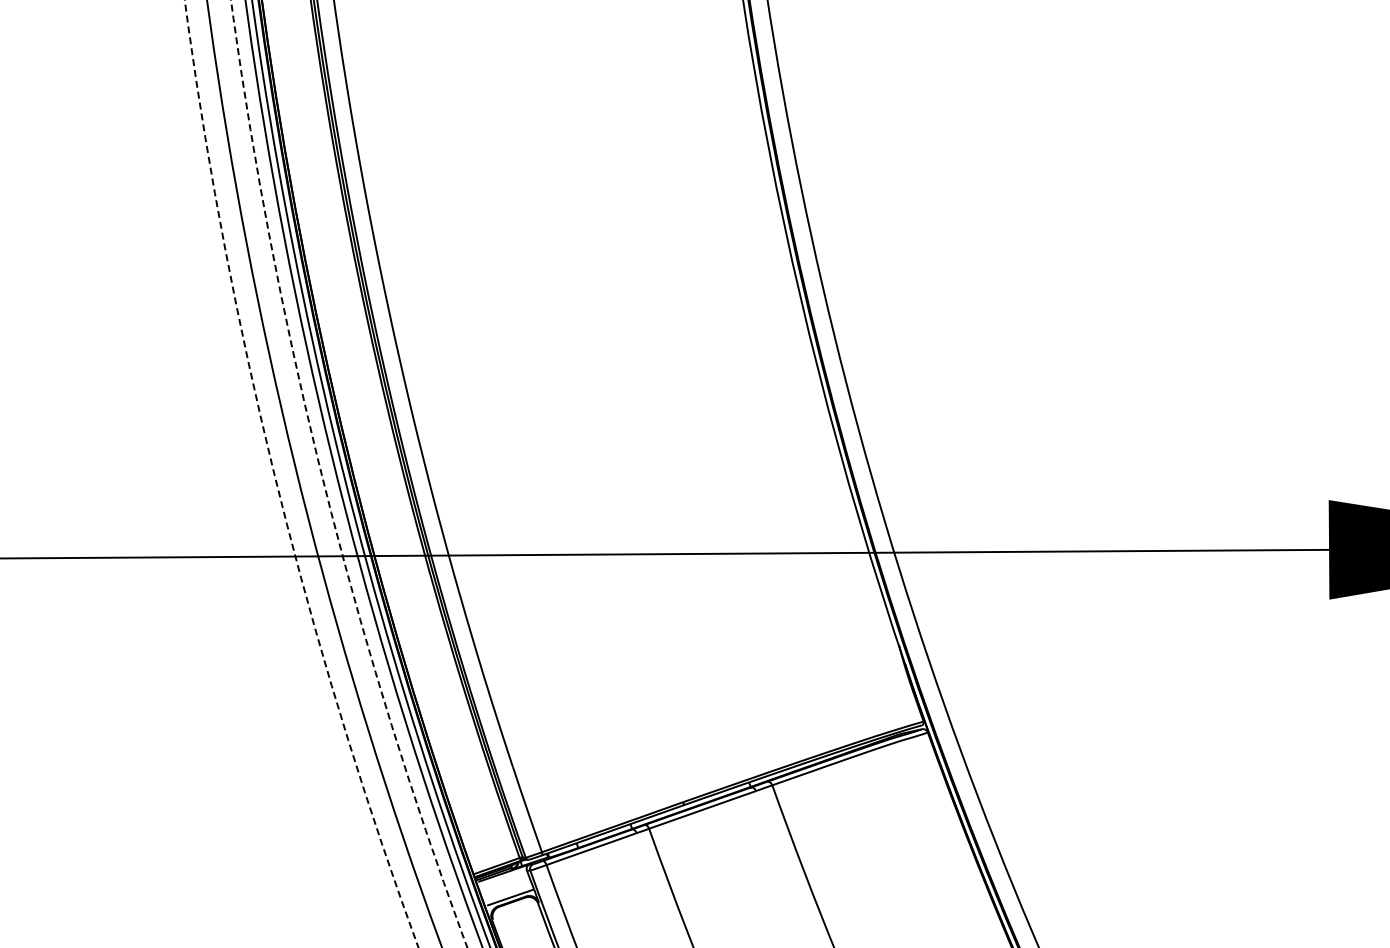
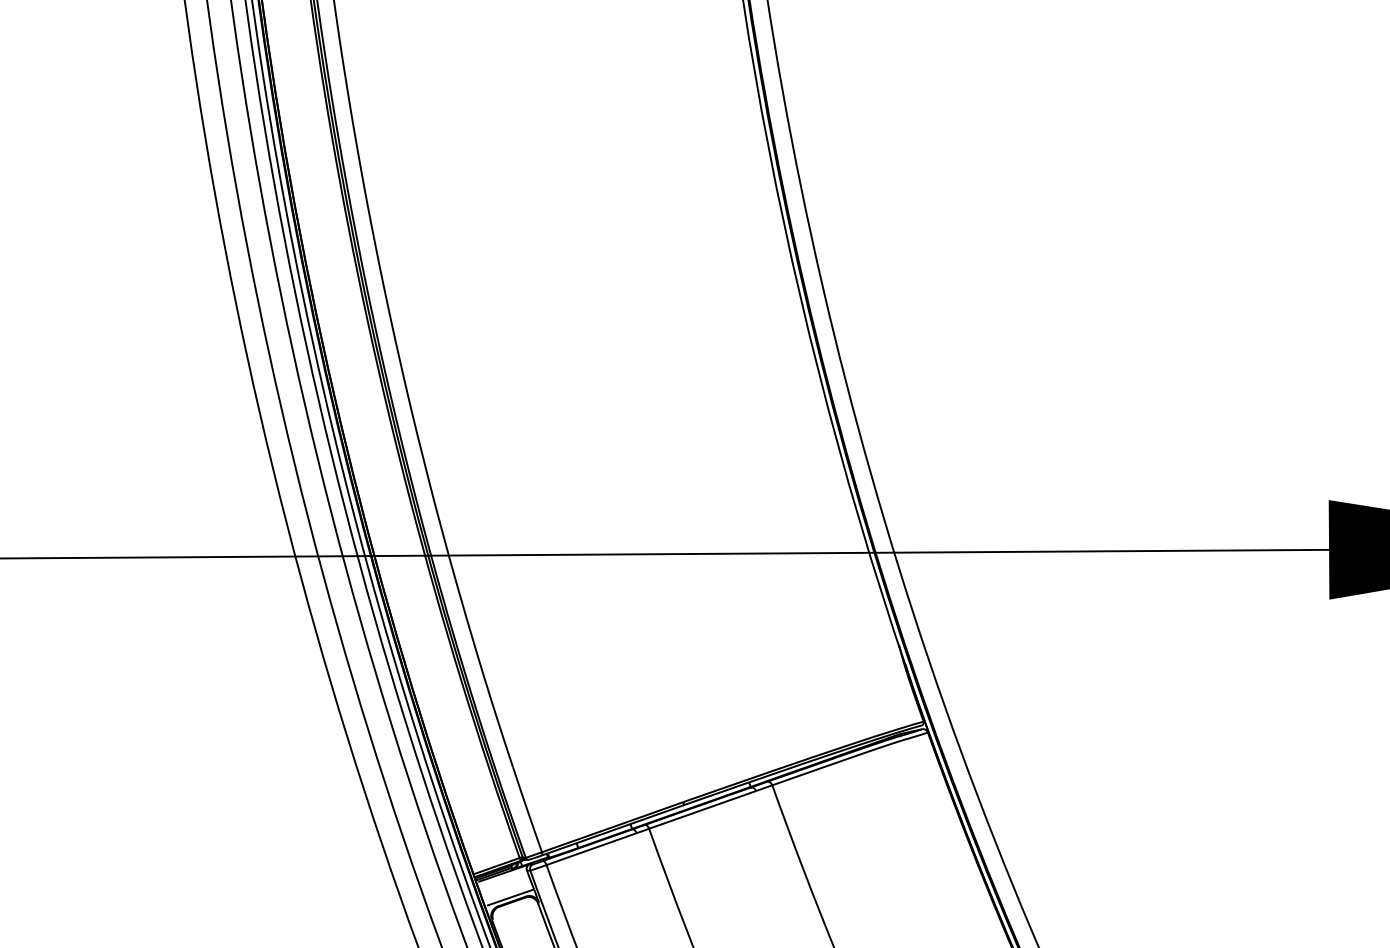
circle at (301, 473): dashed -> solid
circle at (349, 473): dashed -> solid
